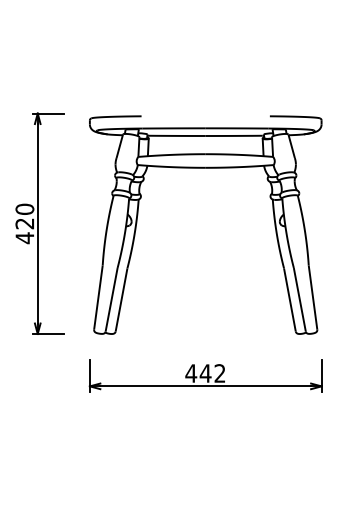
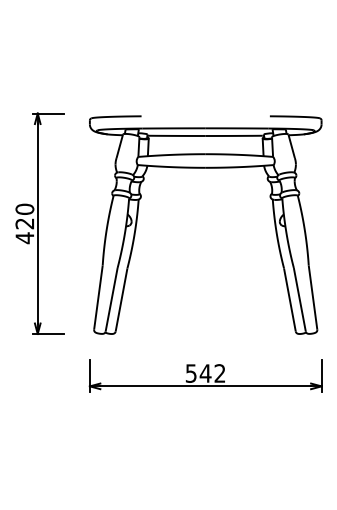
text at (191, 373): 442 -> 542
